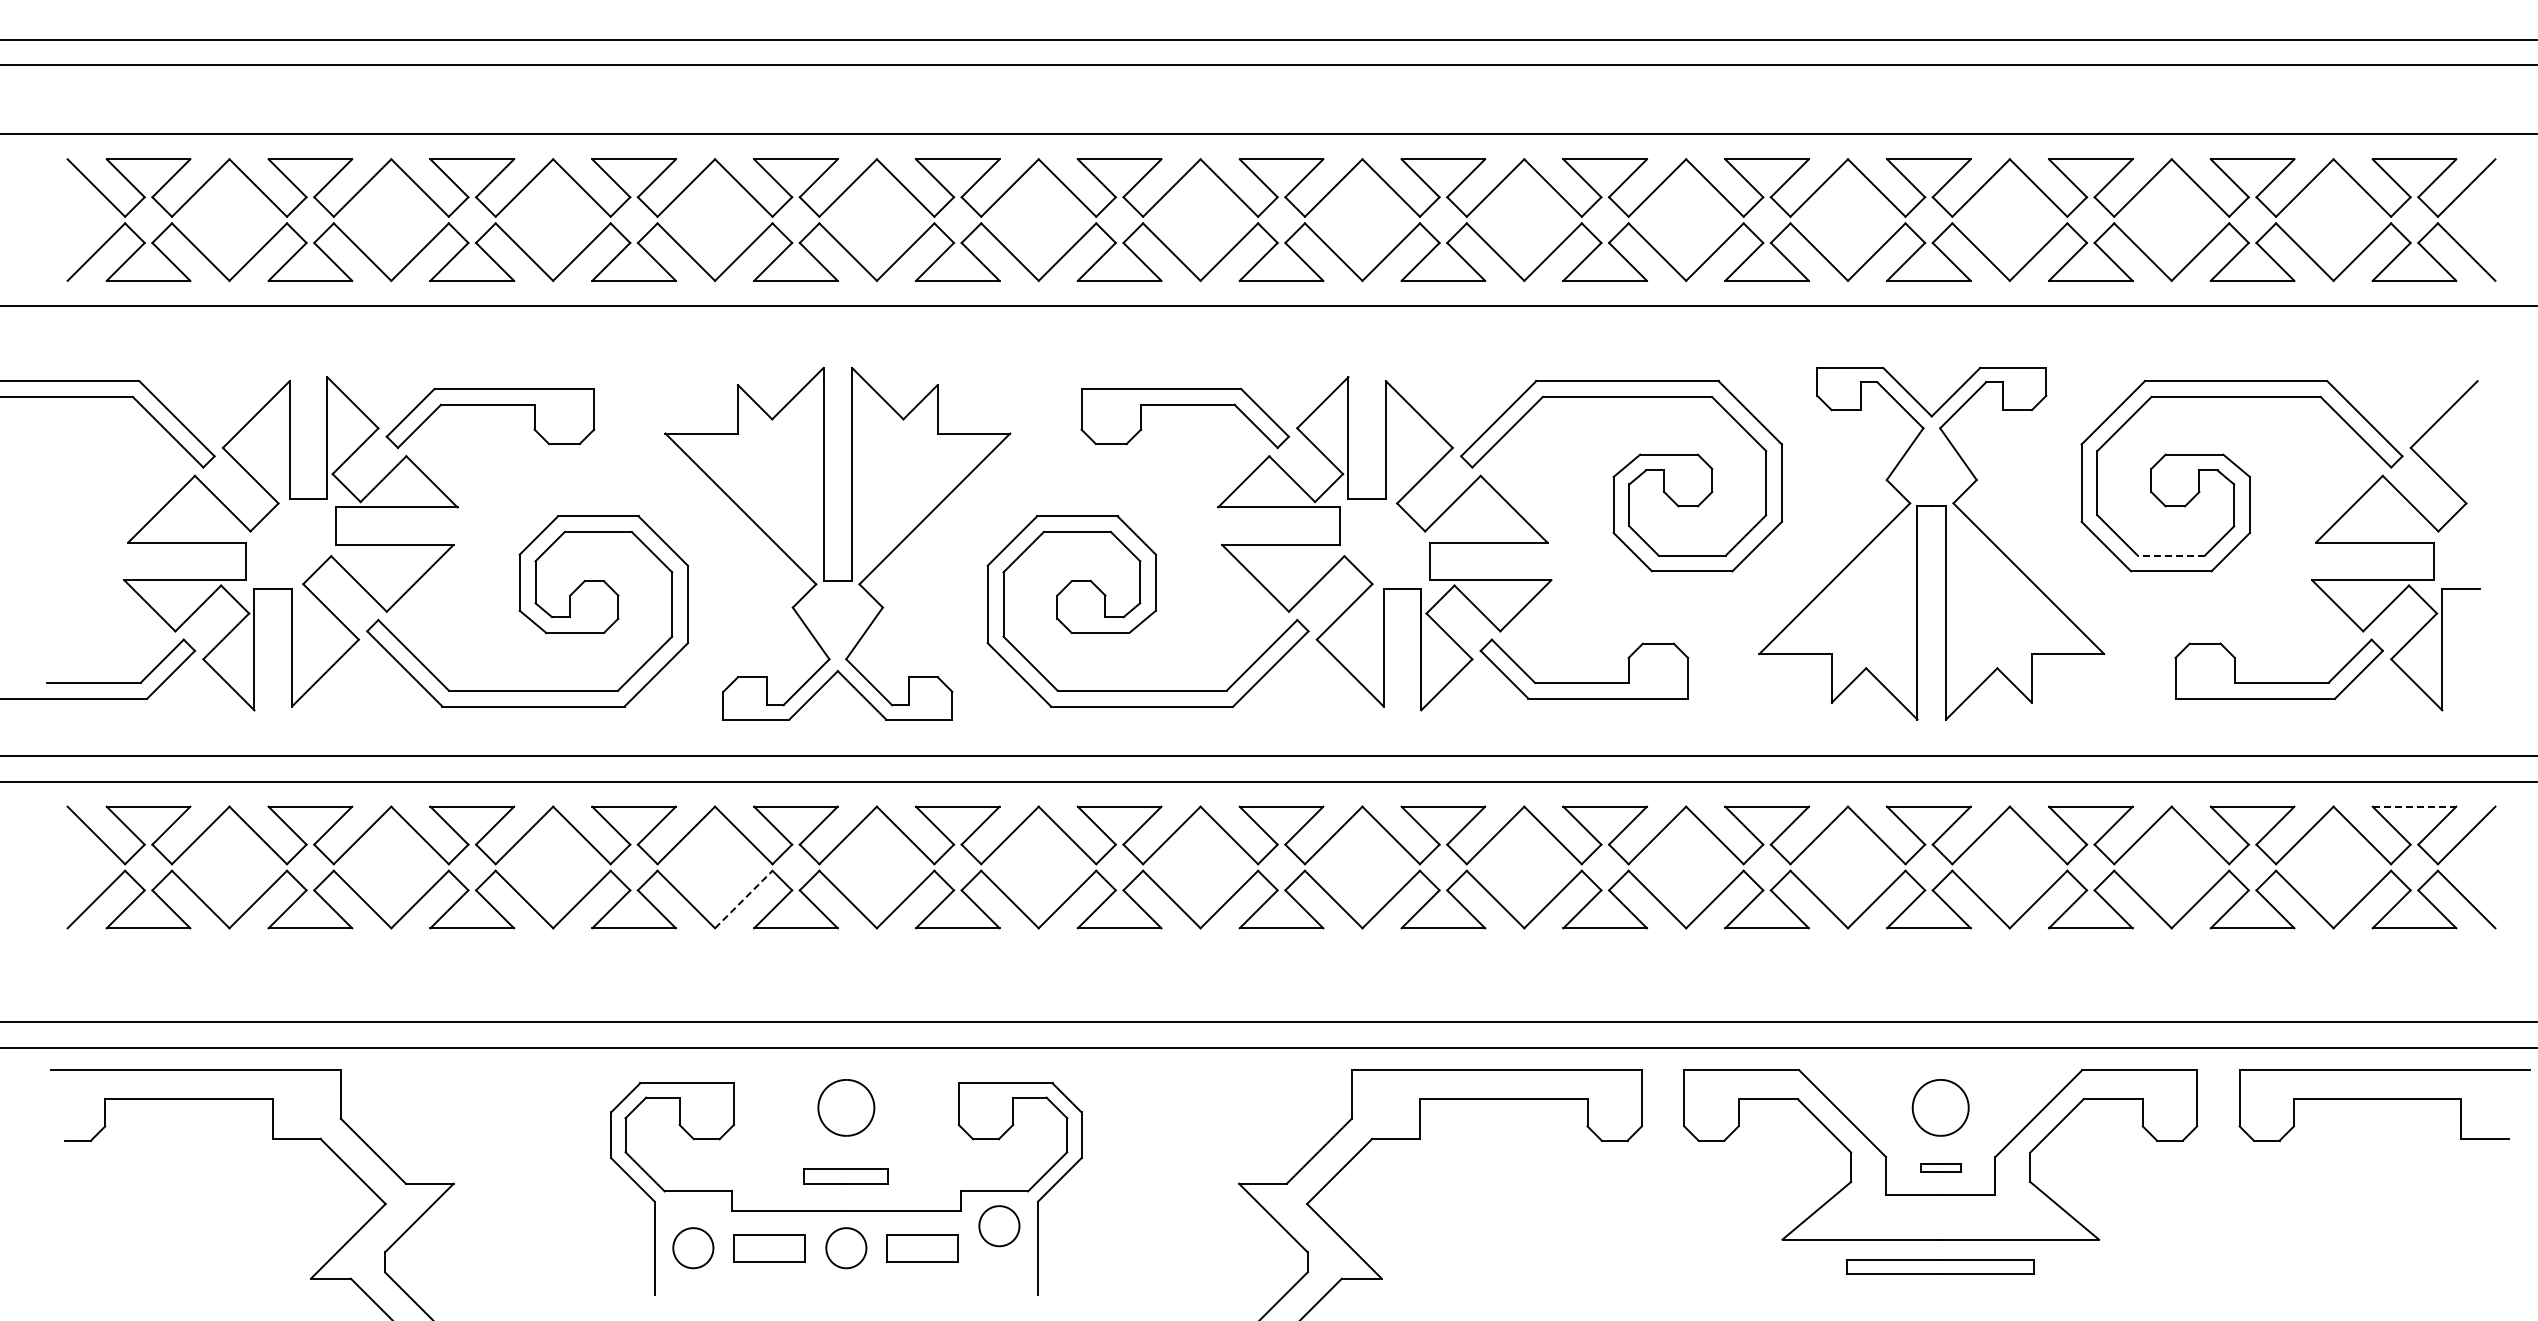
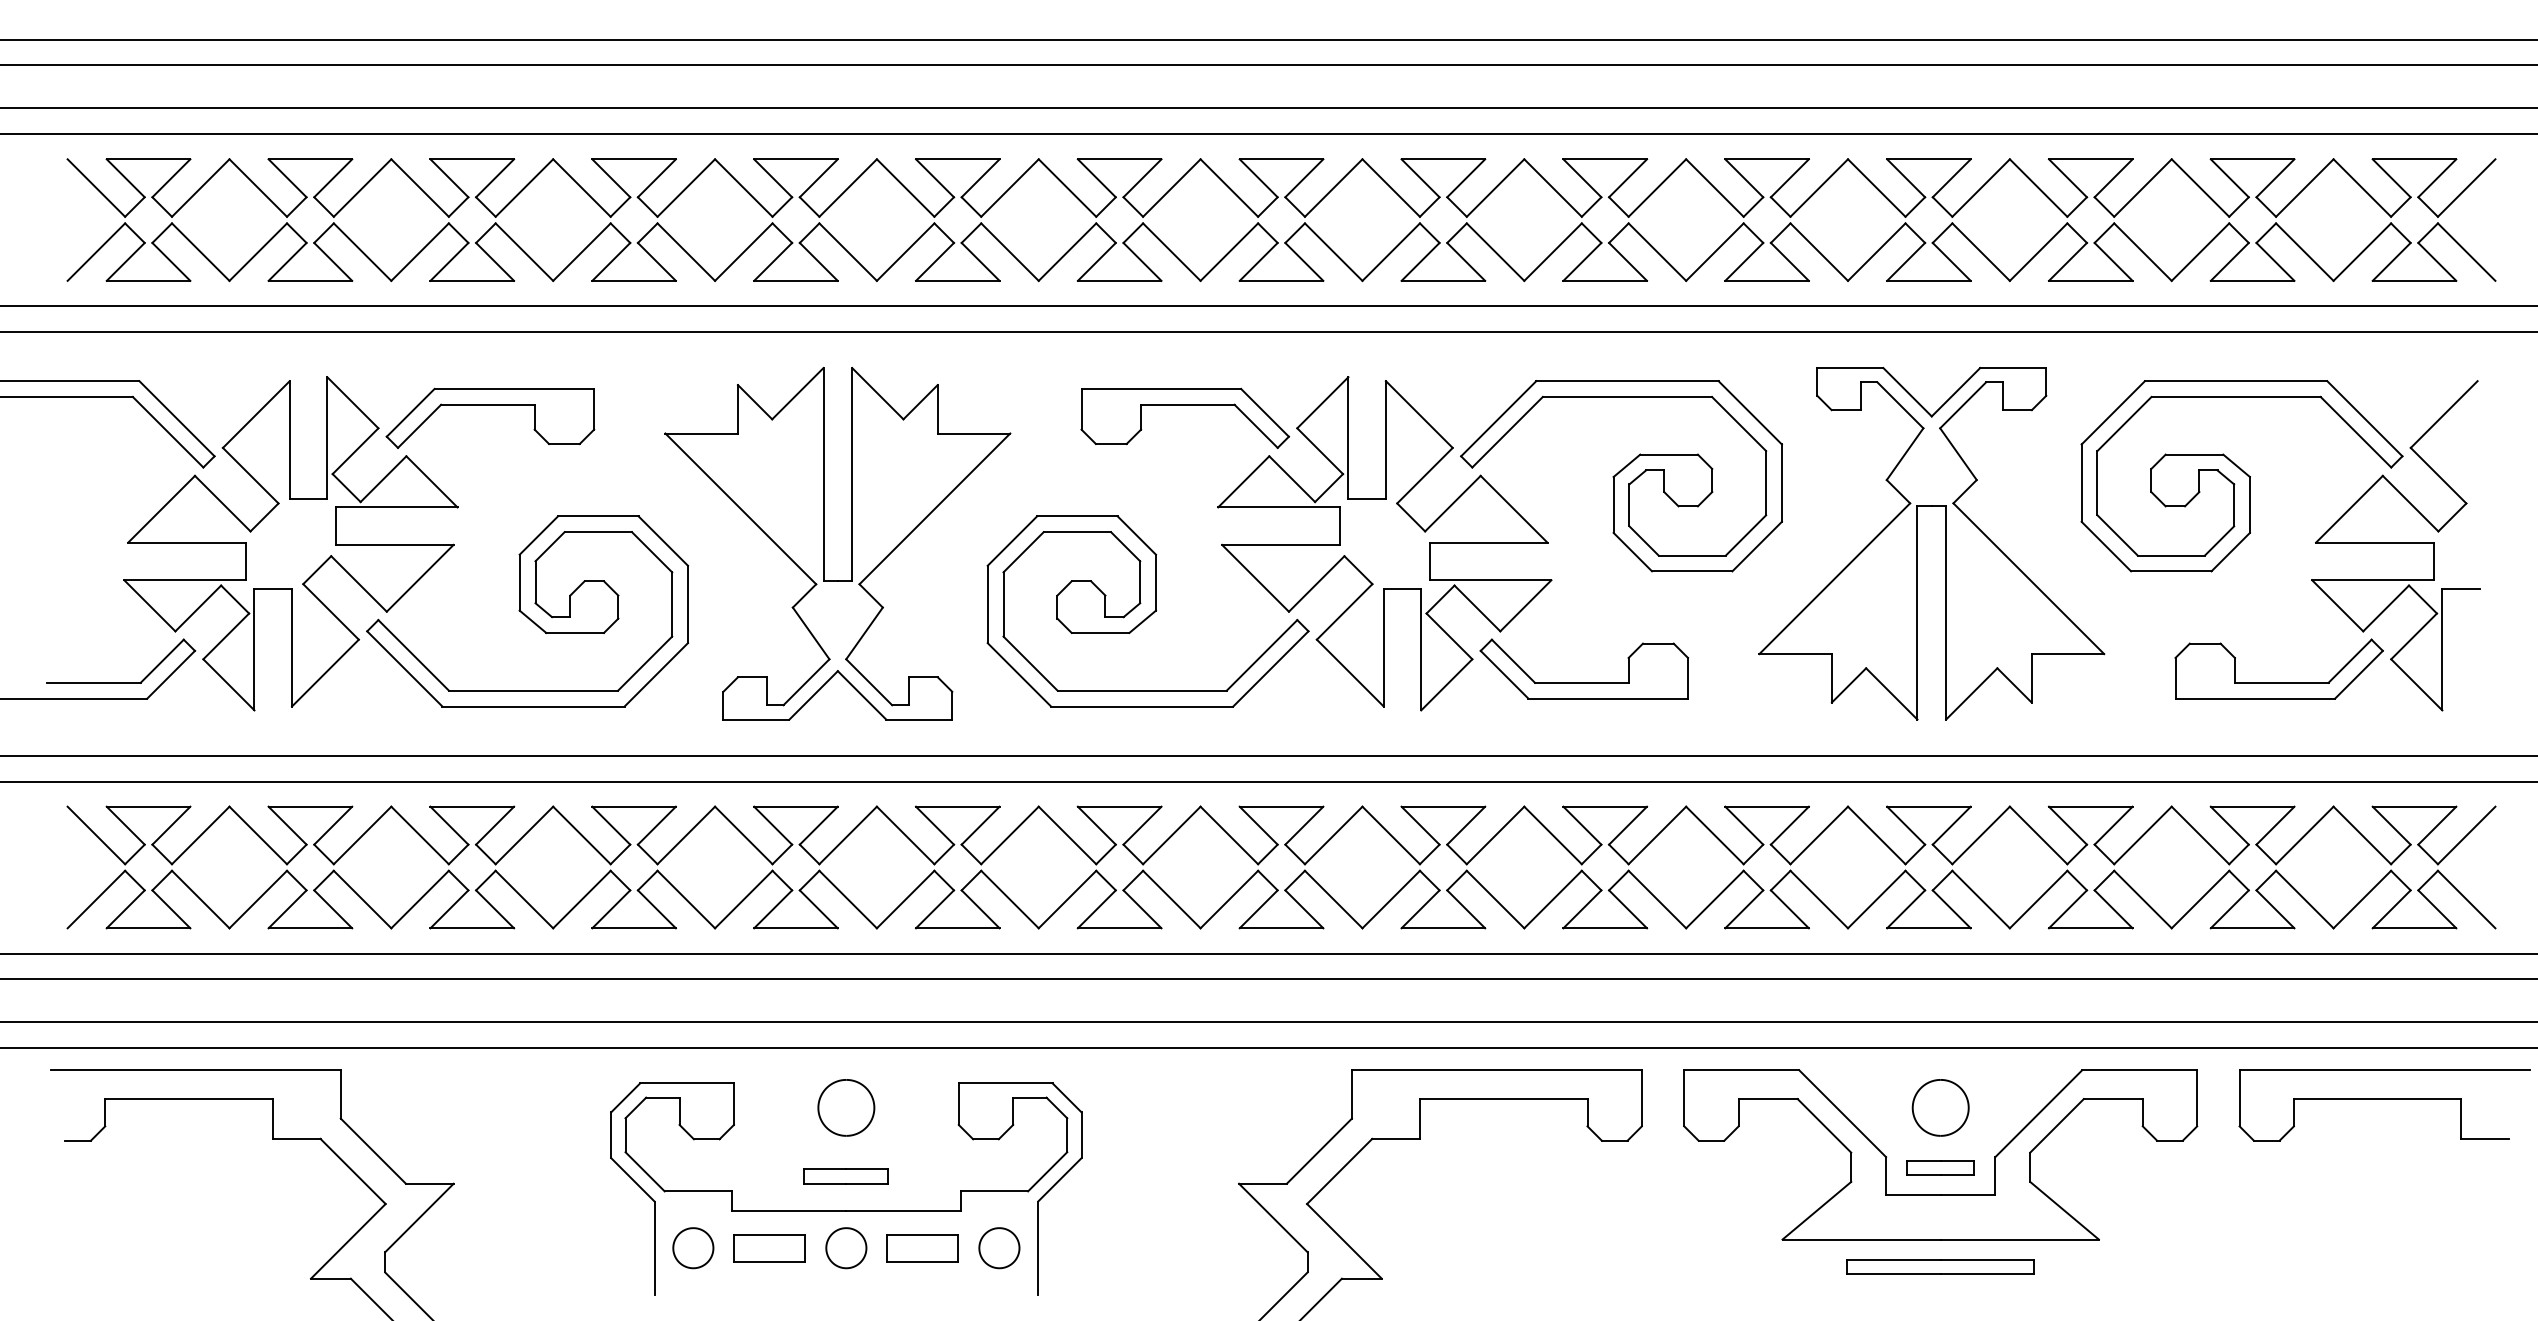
line at (1268, 108): none -> present
line at (1268, 331): none -> present
line at (2171, 555): dashed -> solid
line at (2414, 806): dashed -> solid
line at (743, 899): dashed -> solid
line at (1268, 953): none -> present
line at (1268, 979): none -> present
part at (1940, 1167) size: 42x10 px -> 69x16 px
part at (999, 1226) position: (999, 1226) -> (999, 1248)
